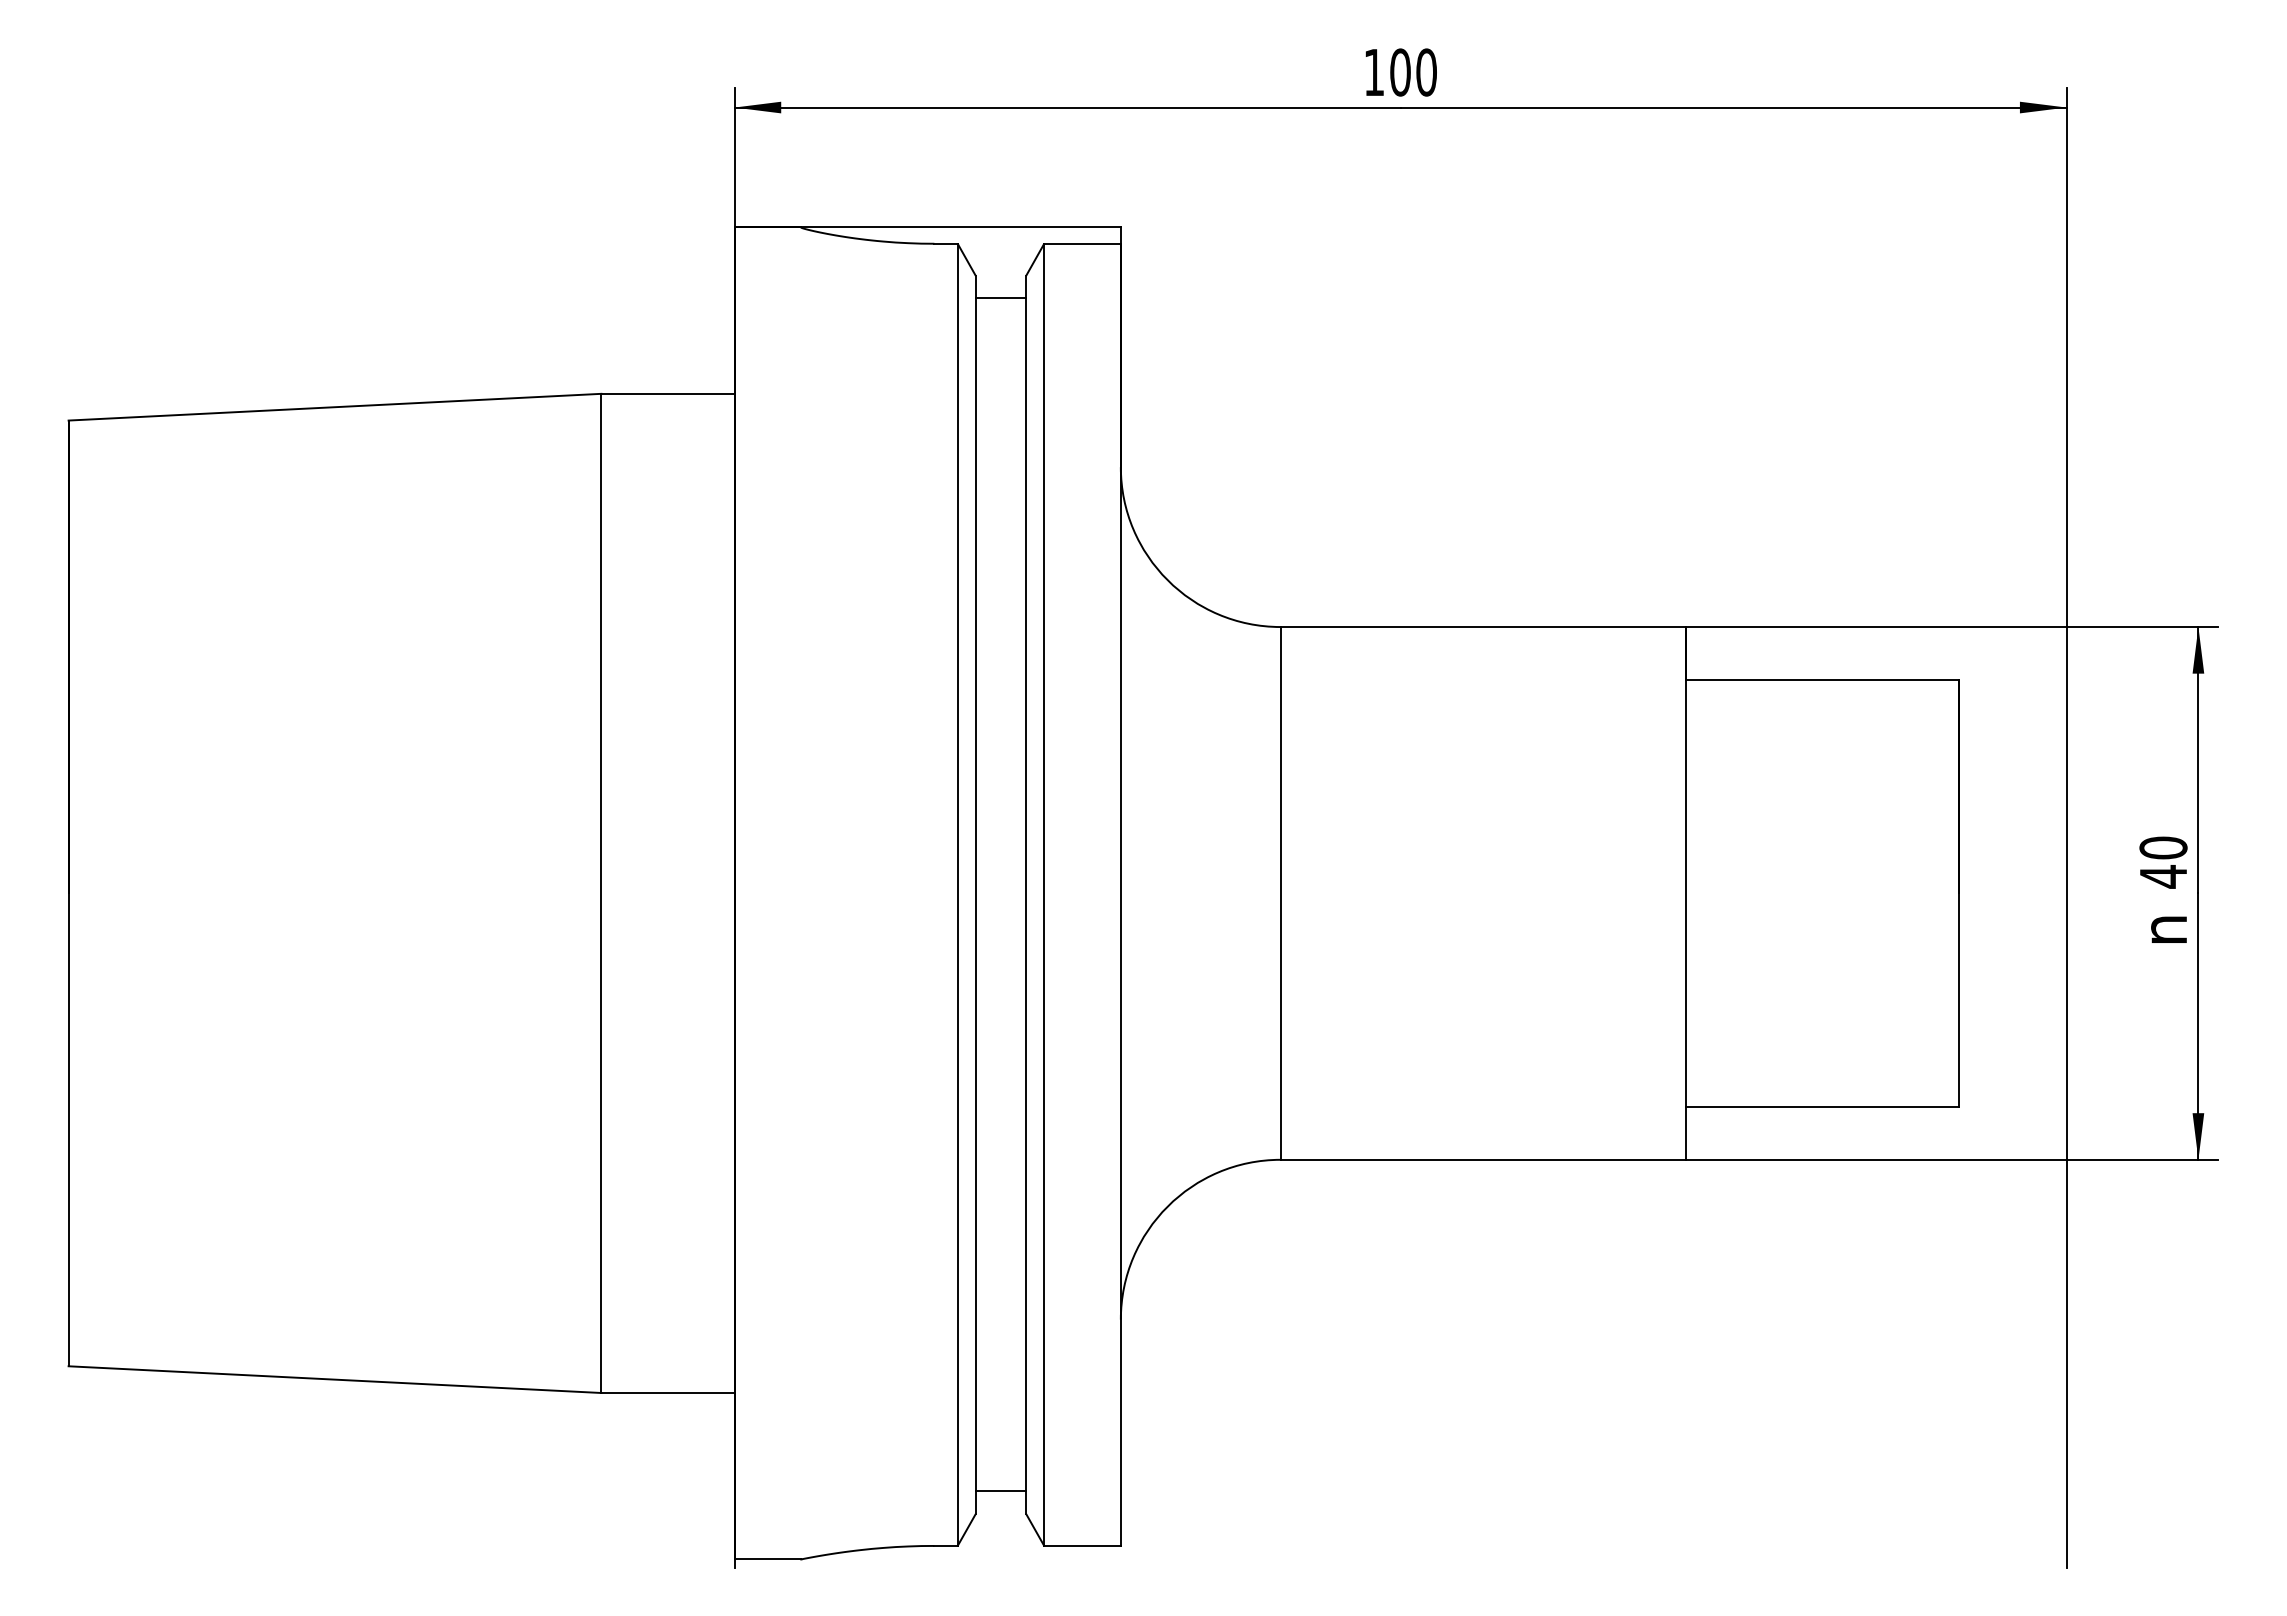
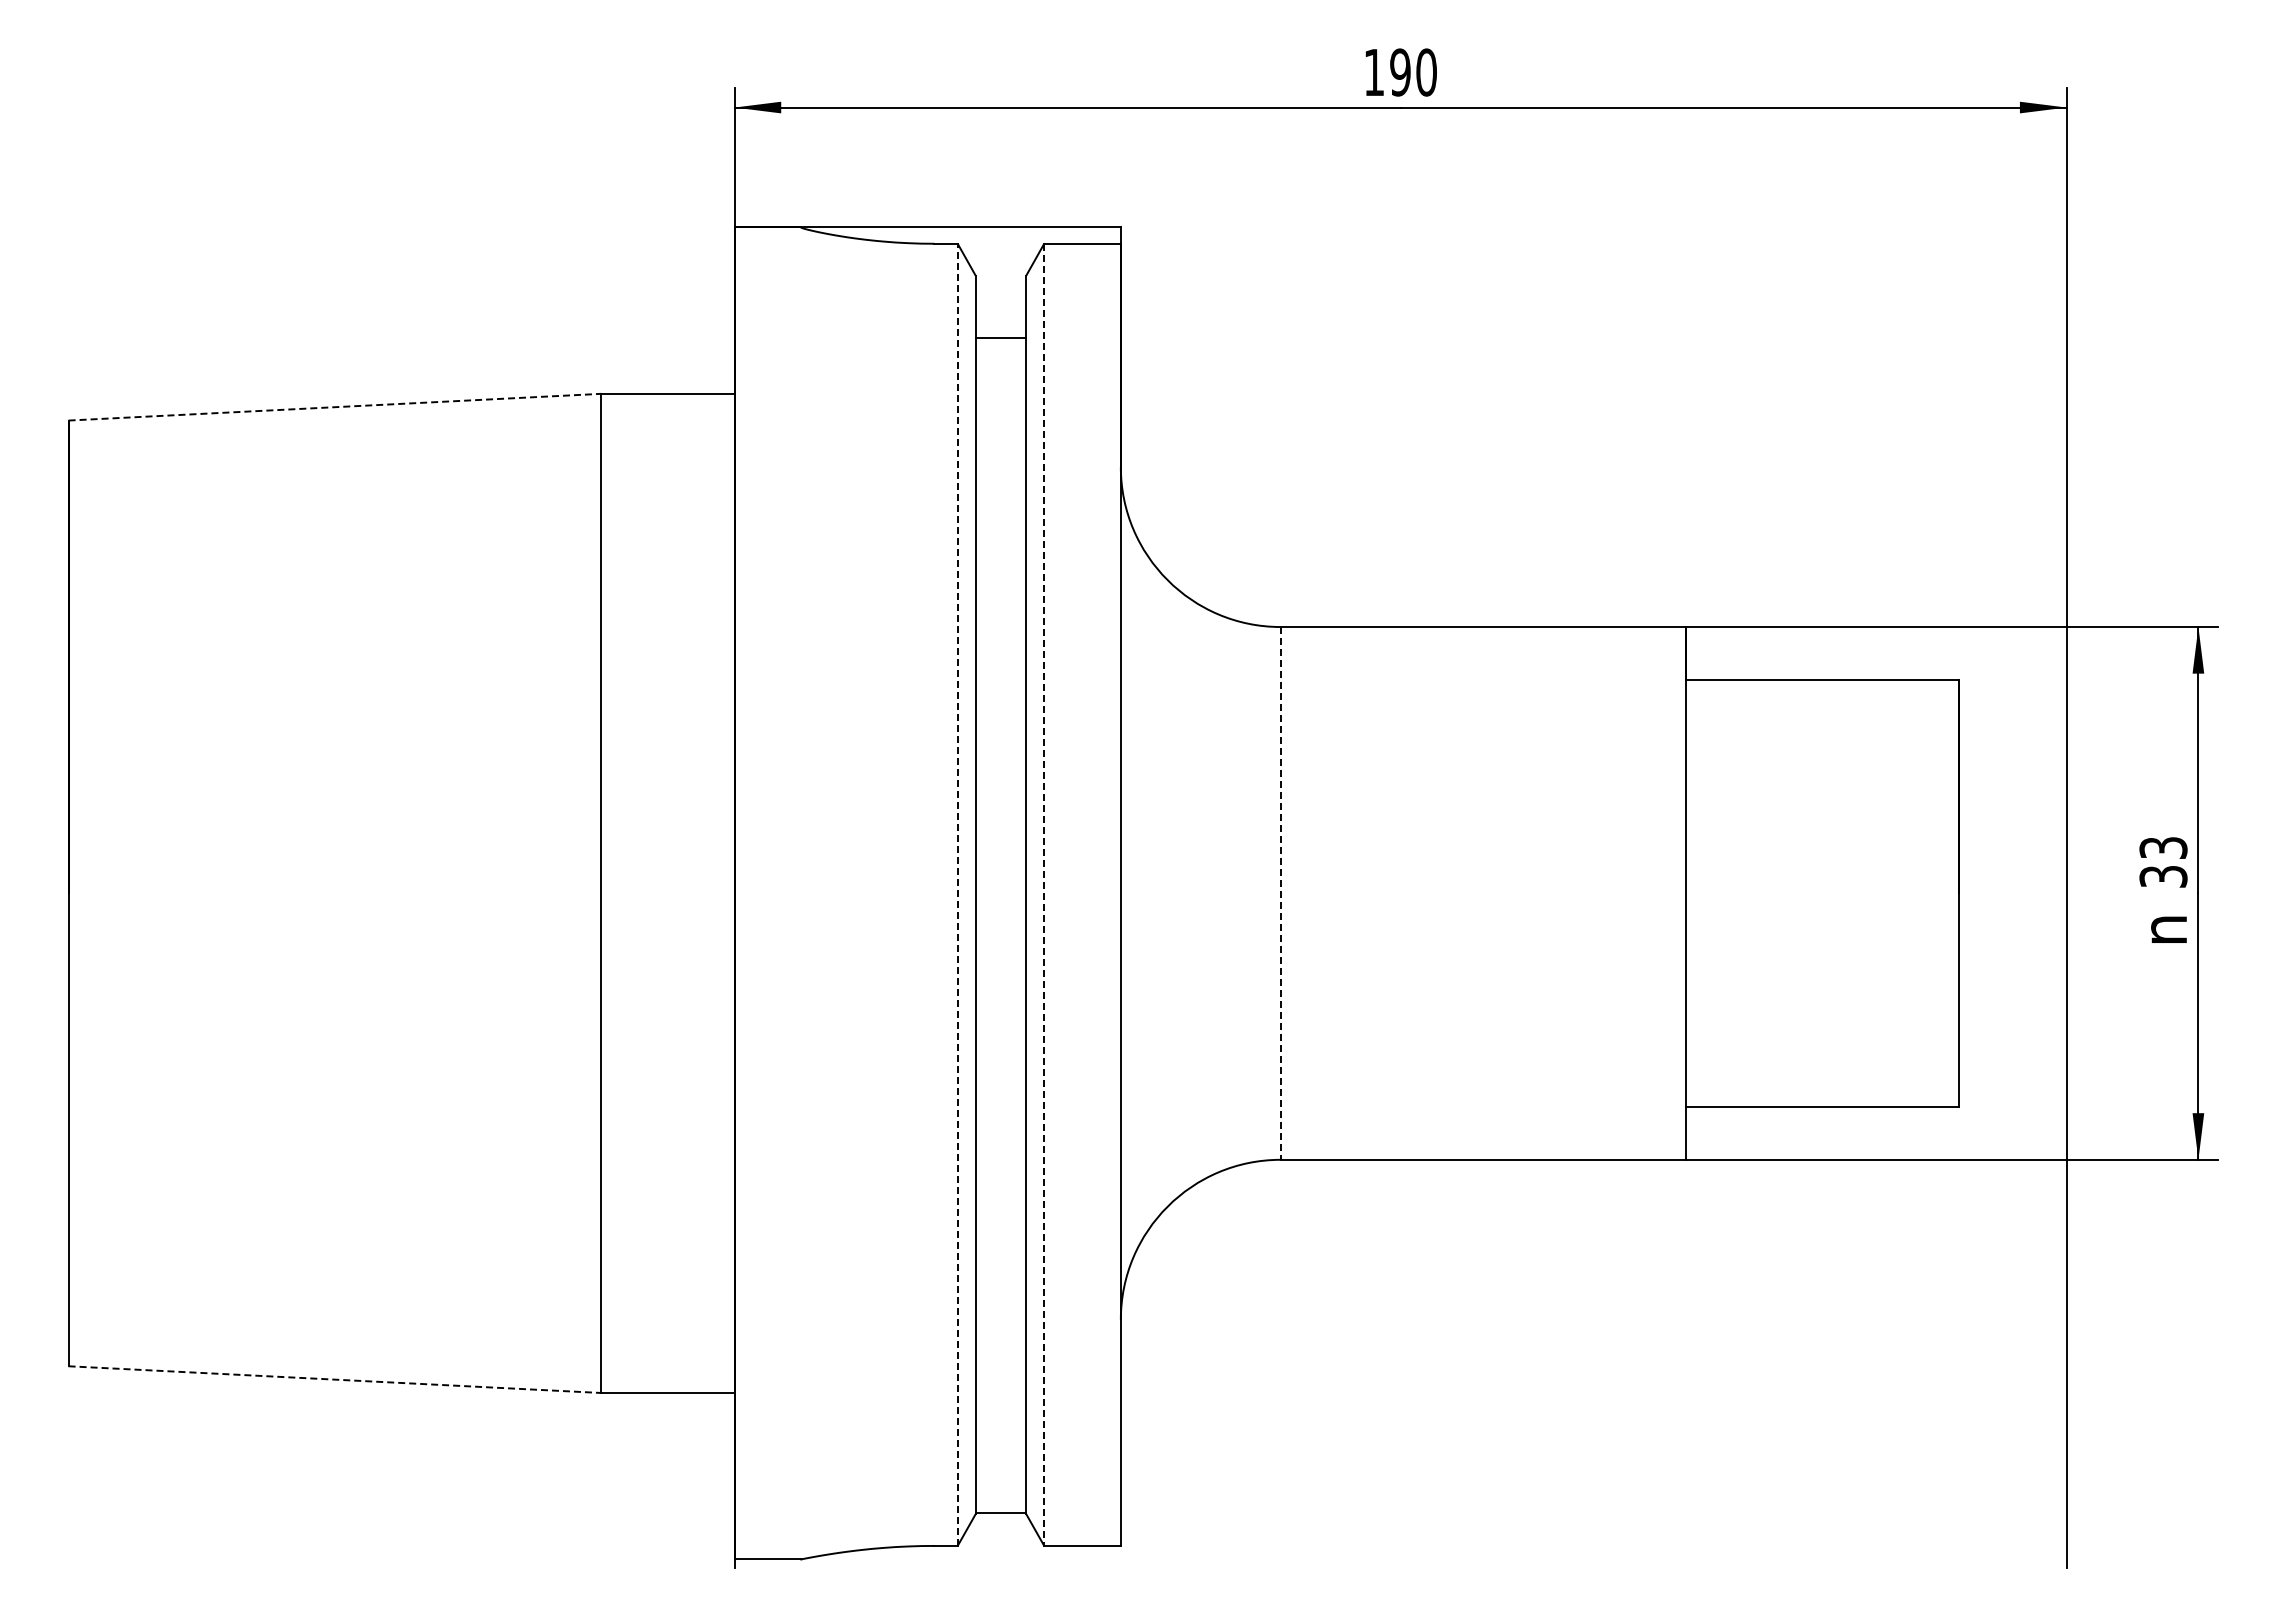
text at (1400, 72): 100 -> 190
line at (1000, 298) position: (1000, 298) -> (1000, 338)
line at (335, 407): solid -> dashed
text at (2163, 862): 40 -> 33
line at (1280, 893): solid -> dashed
line at (957, 894): solid -> dashed
line at (1044, 895): solid -> dashed
line at (335, 1379): solid -> dashed
line at (1000, 1491) position: (1000, 1491) -> (1000, 1513)
